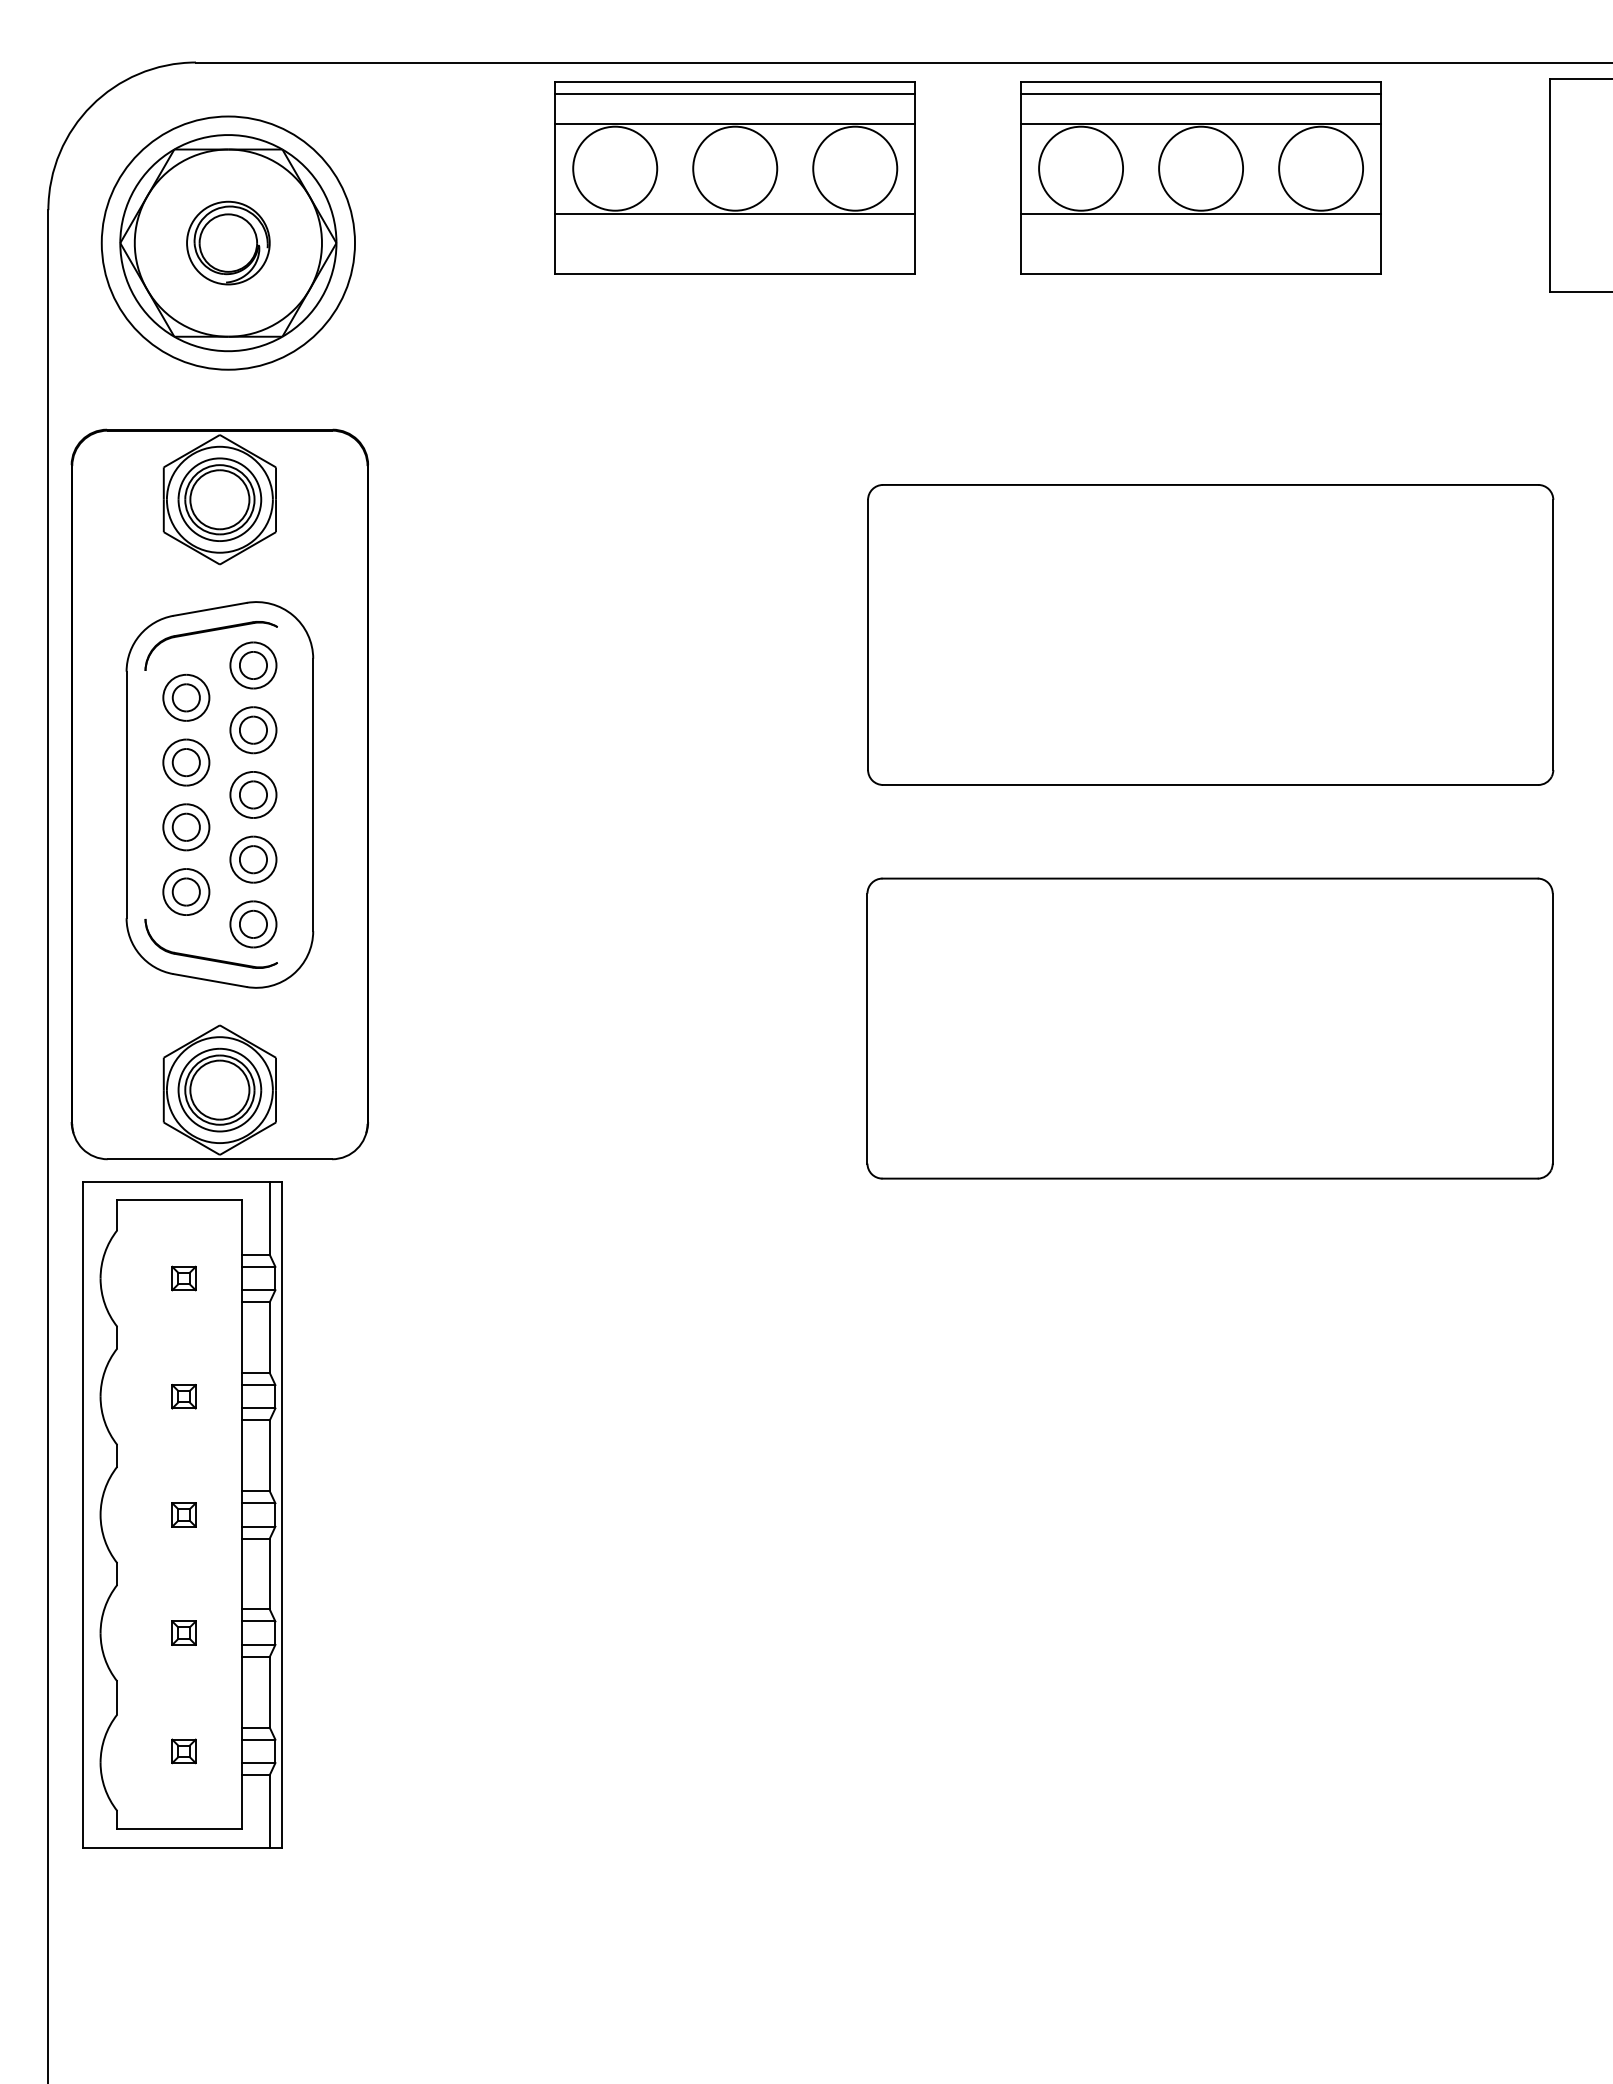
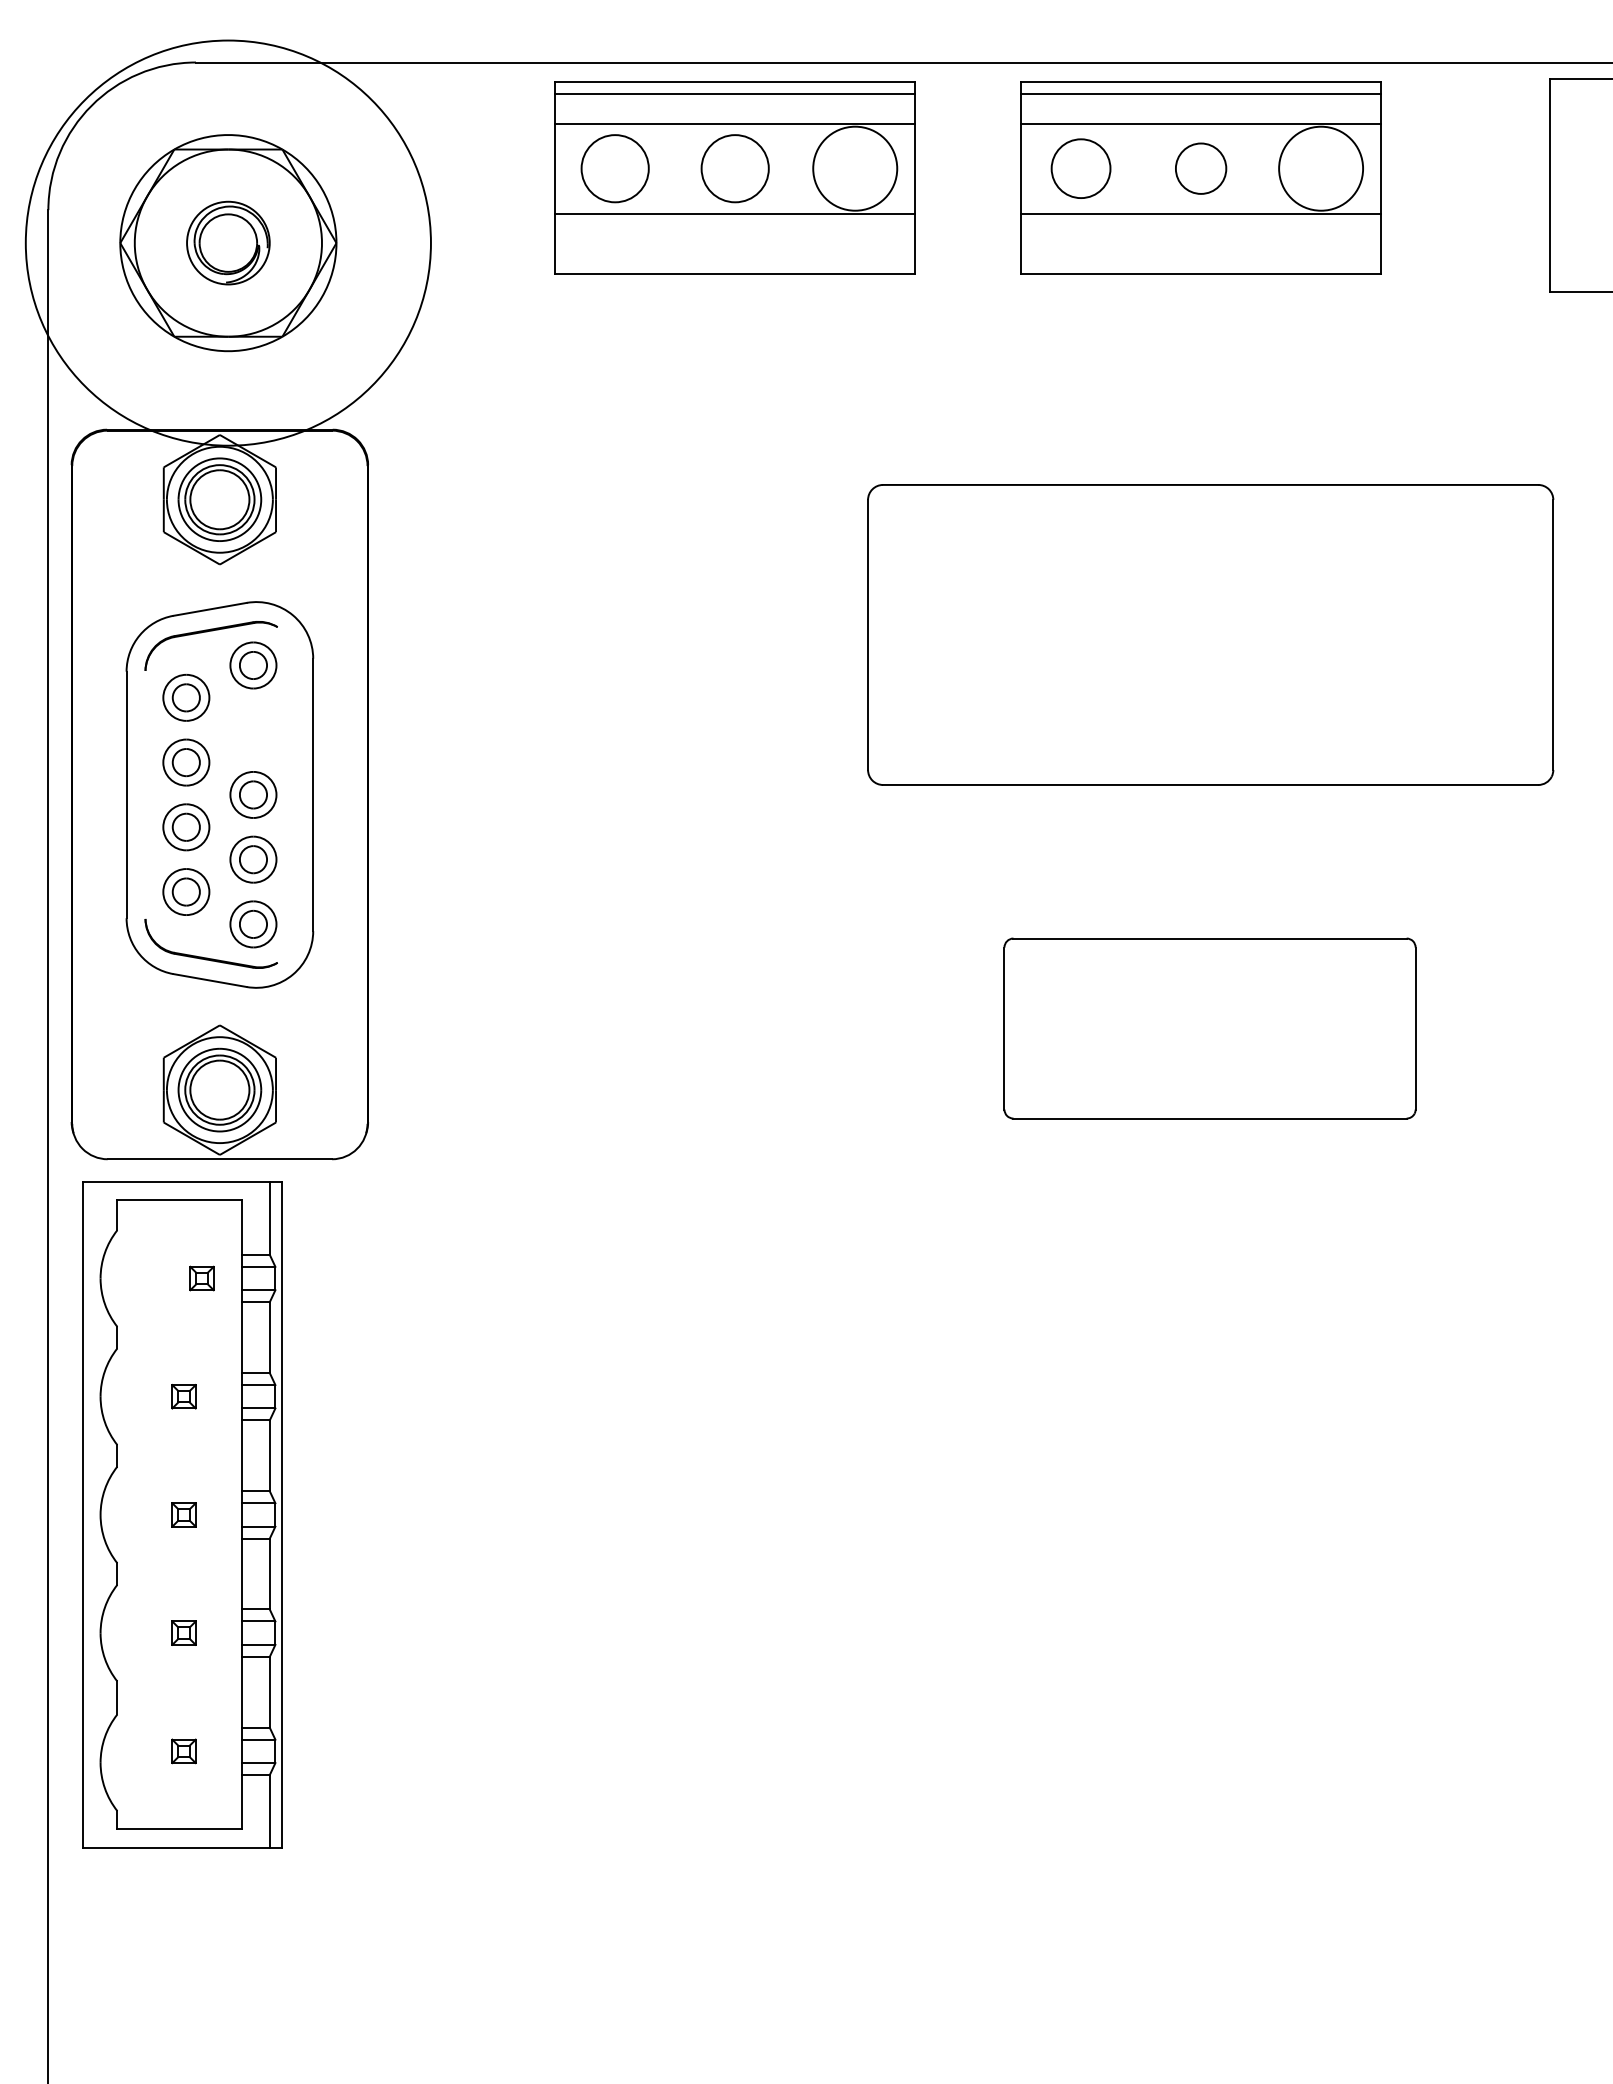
circle at (615, 168) diameter: 84 px -> 67 px
circle at (735, 168) diameter: 84 px -> 67 px
circle at (1081, 168) diameter: 84 px -> 59 px
circle at (1201, 168) diameter: 84 px -> 50 px
circle at (228, 242) diameter: 253 px -> 405 px
part at (253, 730): present -> none
part at (1209, 1028) size: 688x303 px -> 414x183 px
part at (183, 1278) position: (183, 1278) -> (201, 1278)
